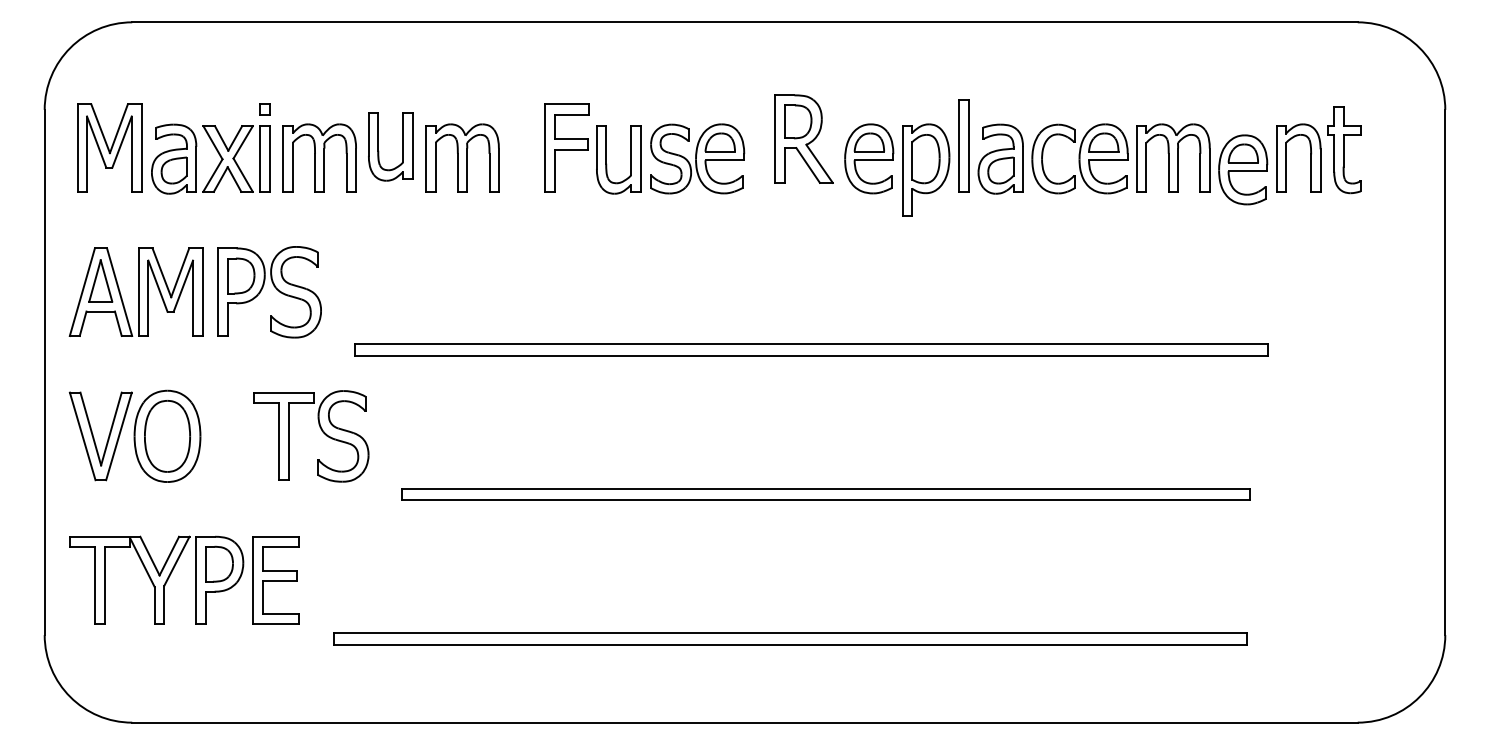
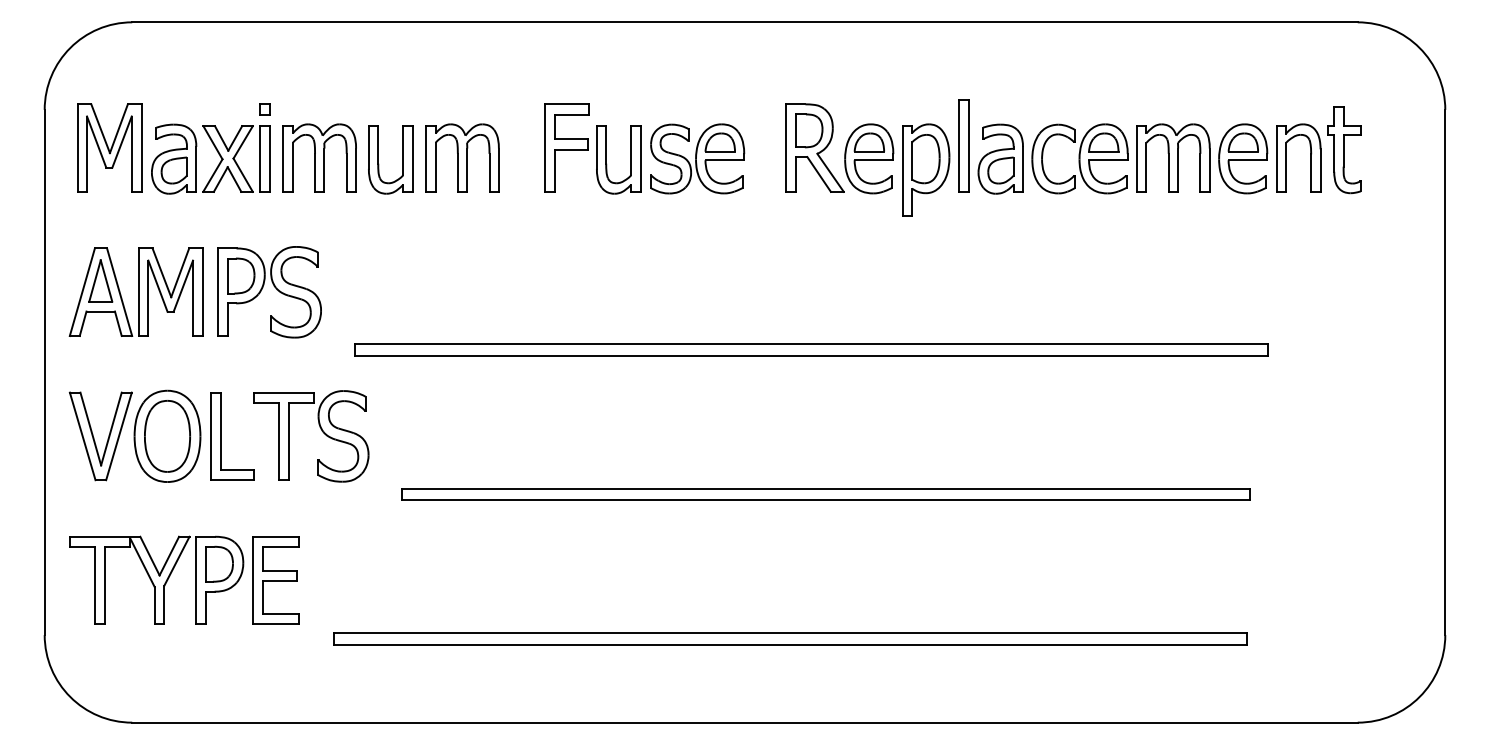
part at (803, 138) position: (803, 138) -> (814, 147)
part at (378, 146) position: (378, 146) -> (378, 159)
part at (1243, 169) position: (1243, 169) -> (1243, 158)
part at (221, 436): none -> present
